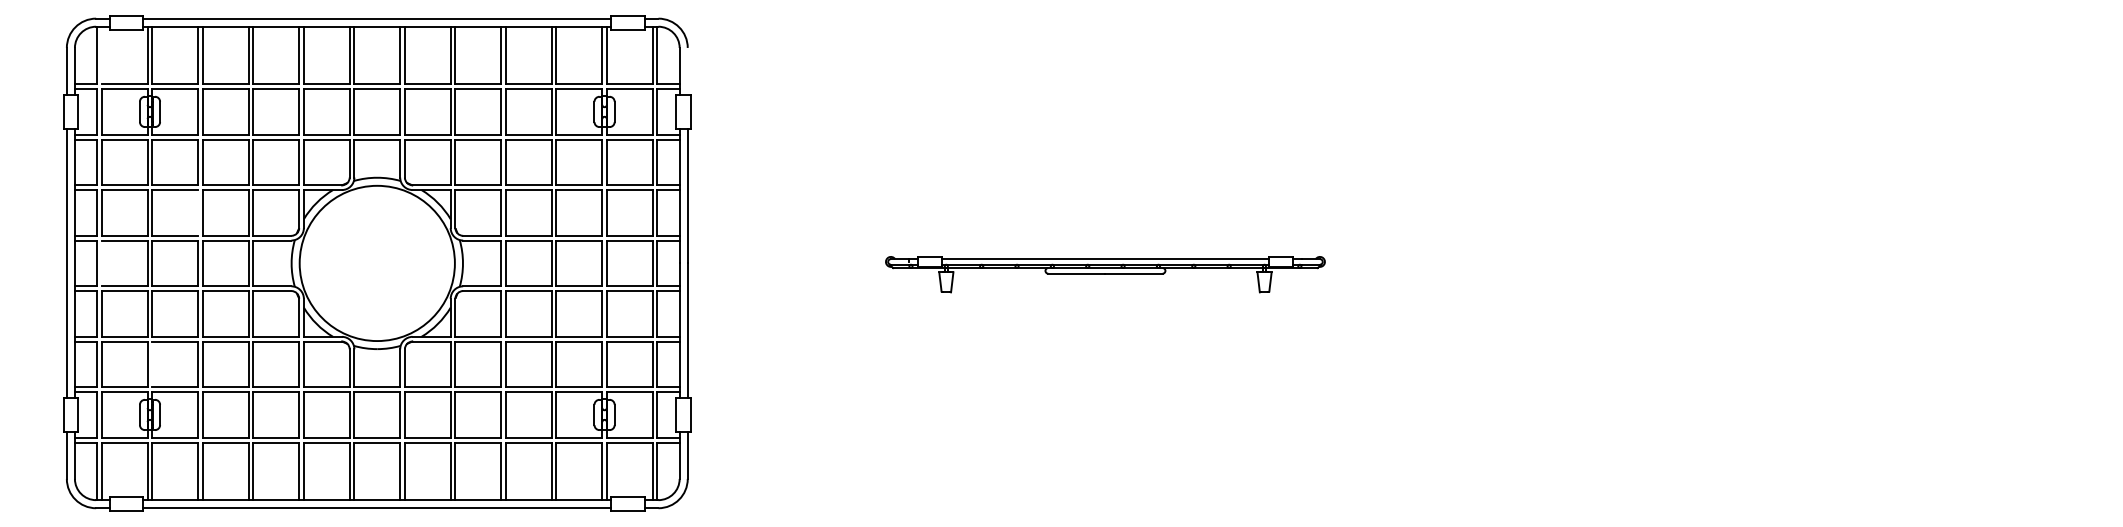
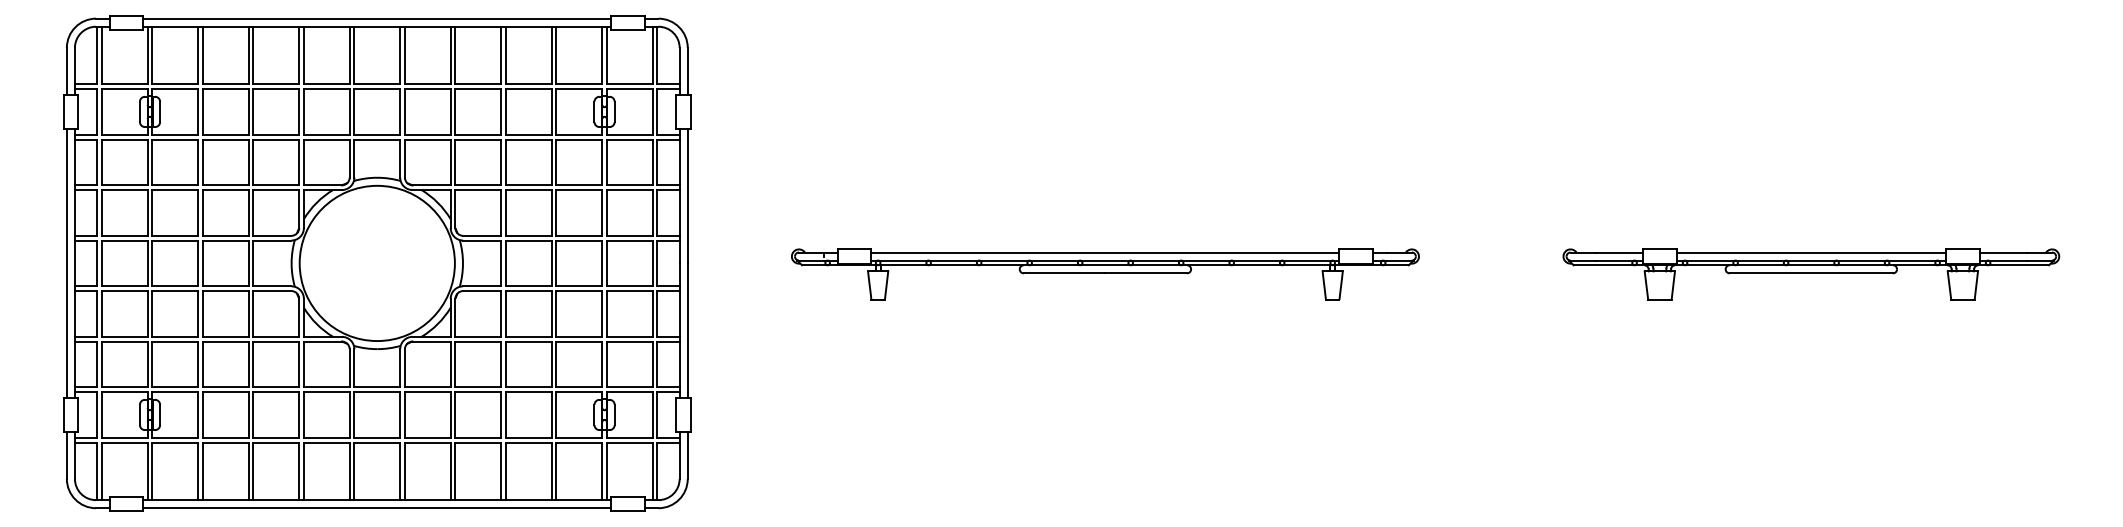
line at (101, 55): none -> present
line at (687, 71): none -> present
line at (198, 212): none -> present
line at (101, 263): none -> present
part at (1105, 274) size: 441x38 px -> 629x53 px
part at (1811, 274): none -> present
line at (152, 364): none -> present
